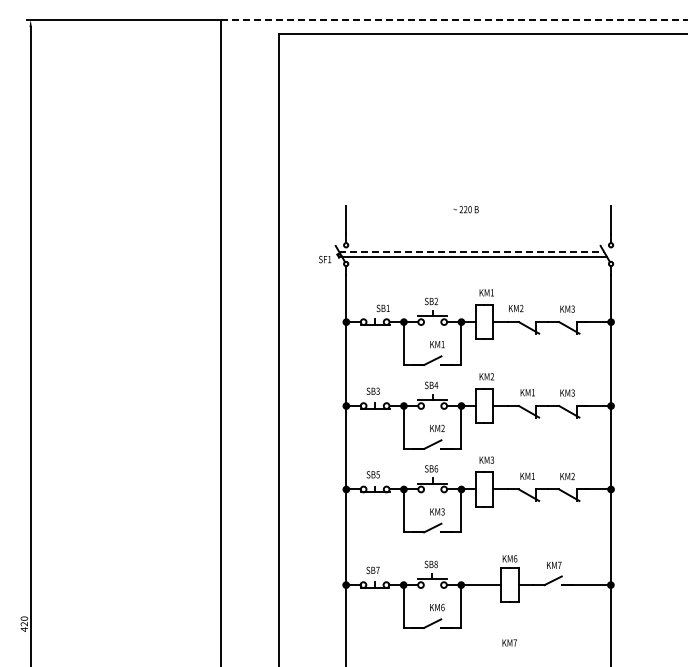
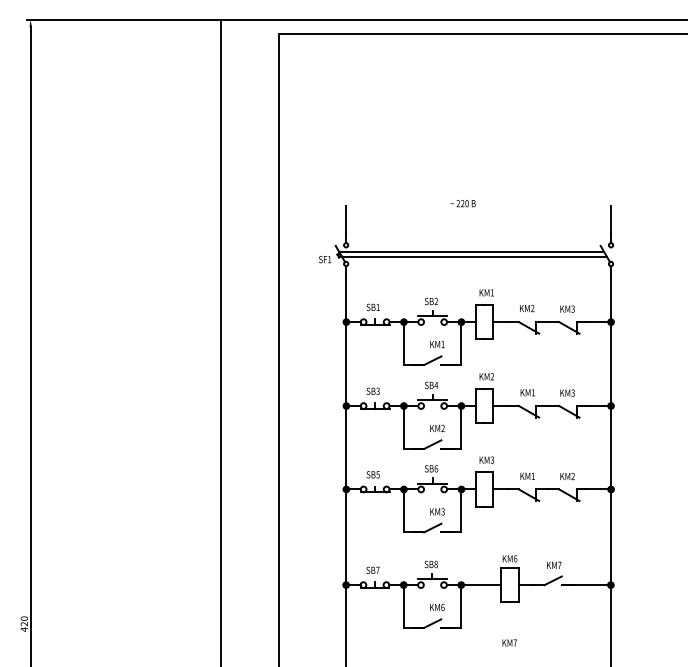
line at (454, 19): dashed -> solid
text at (465, 209) position: (465, 209) -> (462, 203)
line at (471, 251): dashed -> solid
text at (382, 308) position: (382, 308) -> (372, 307)
text at (516, 308) position: (516, 308) -> (527, 308)
